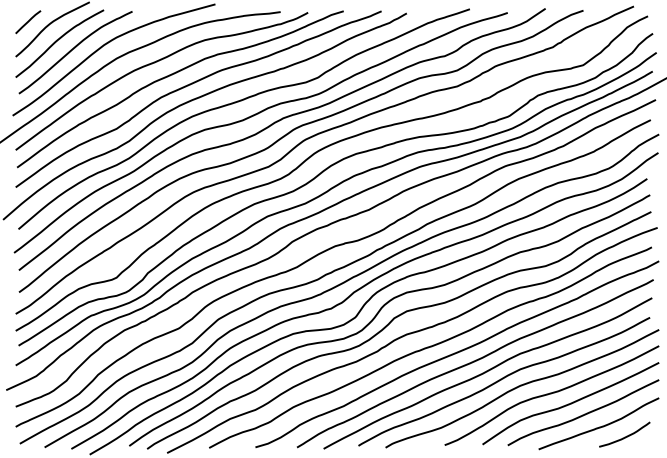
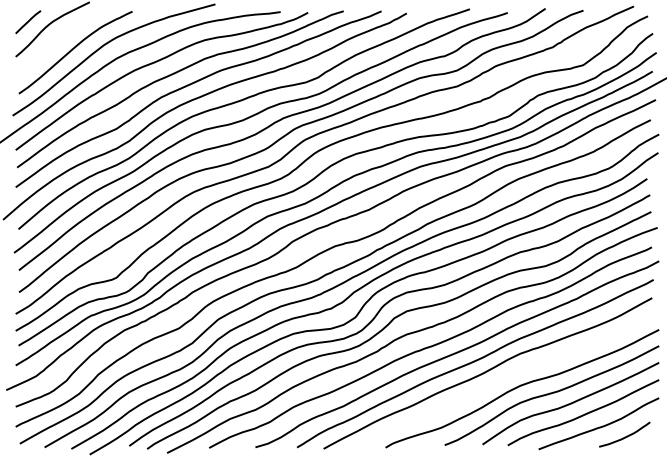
curve at (57, 41): present -> none
curve at (503, 379): present -> none
